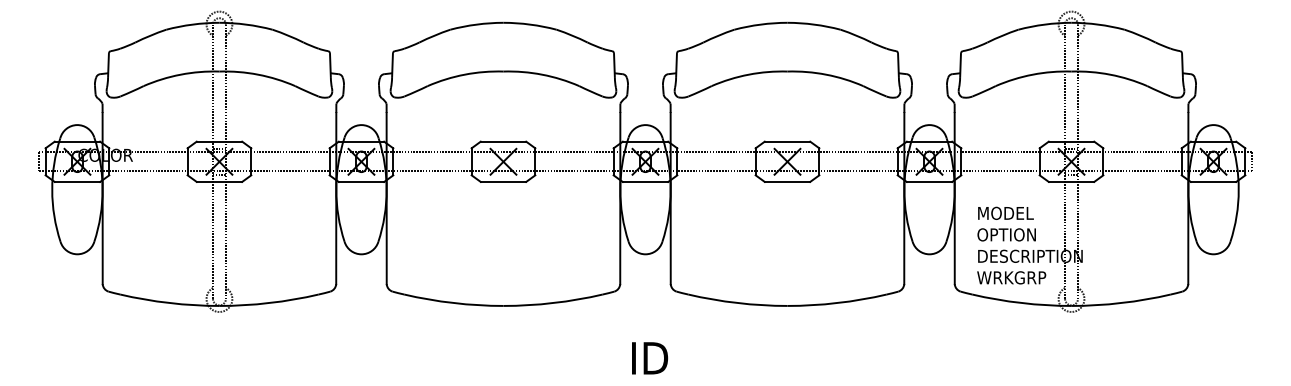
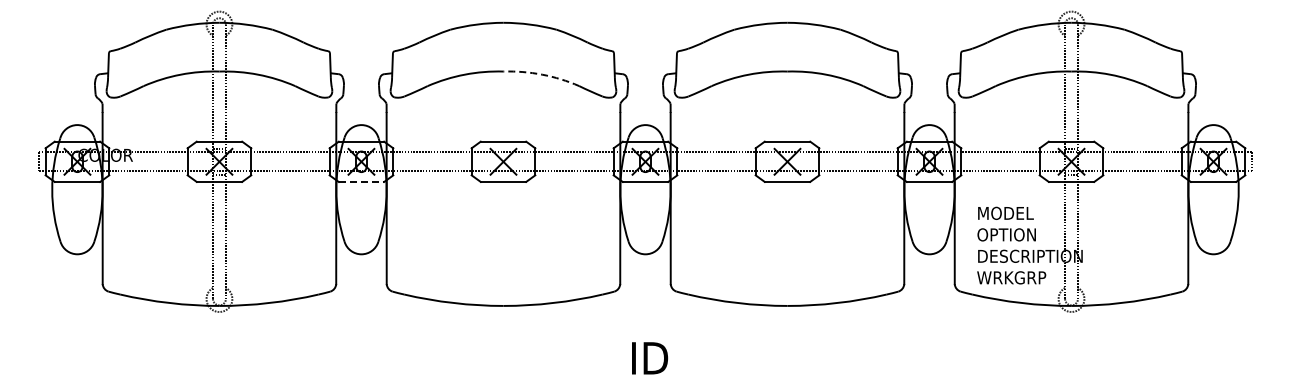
arc at (542, 74): solid -> dashed
line at (361, 181): solid -> dashed
